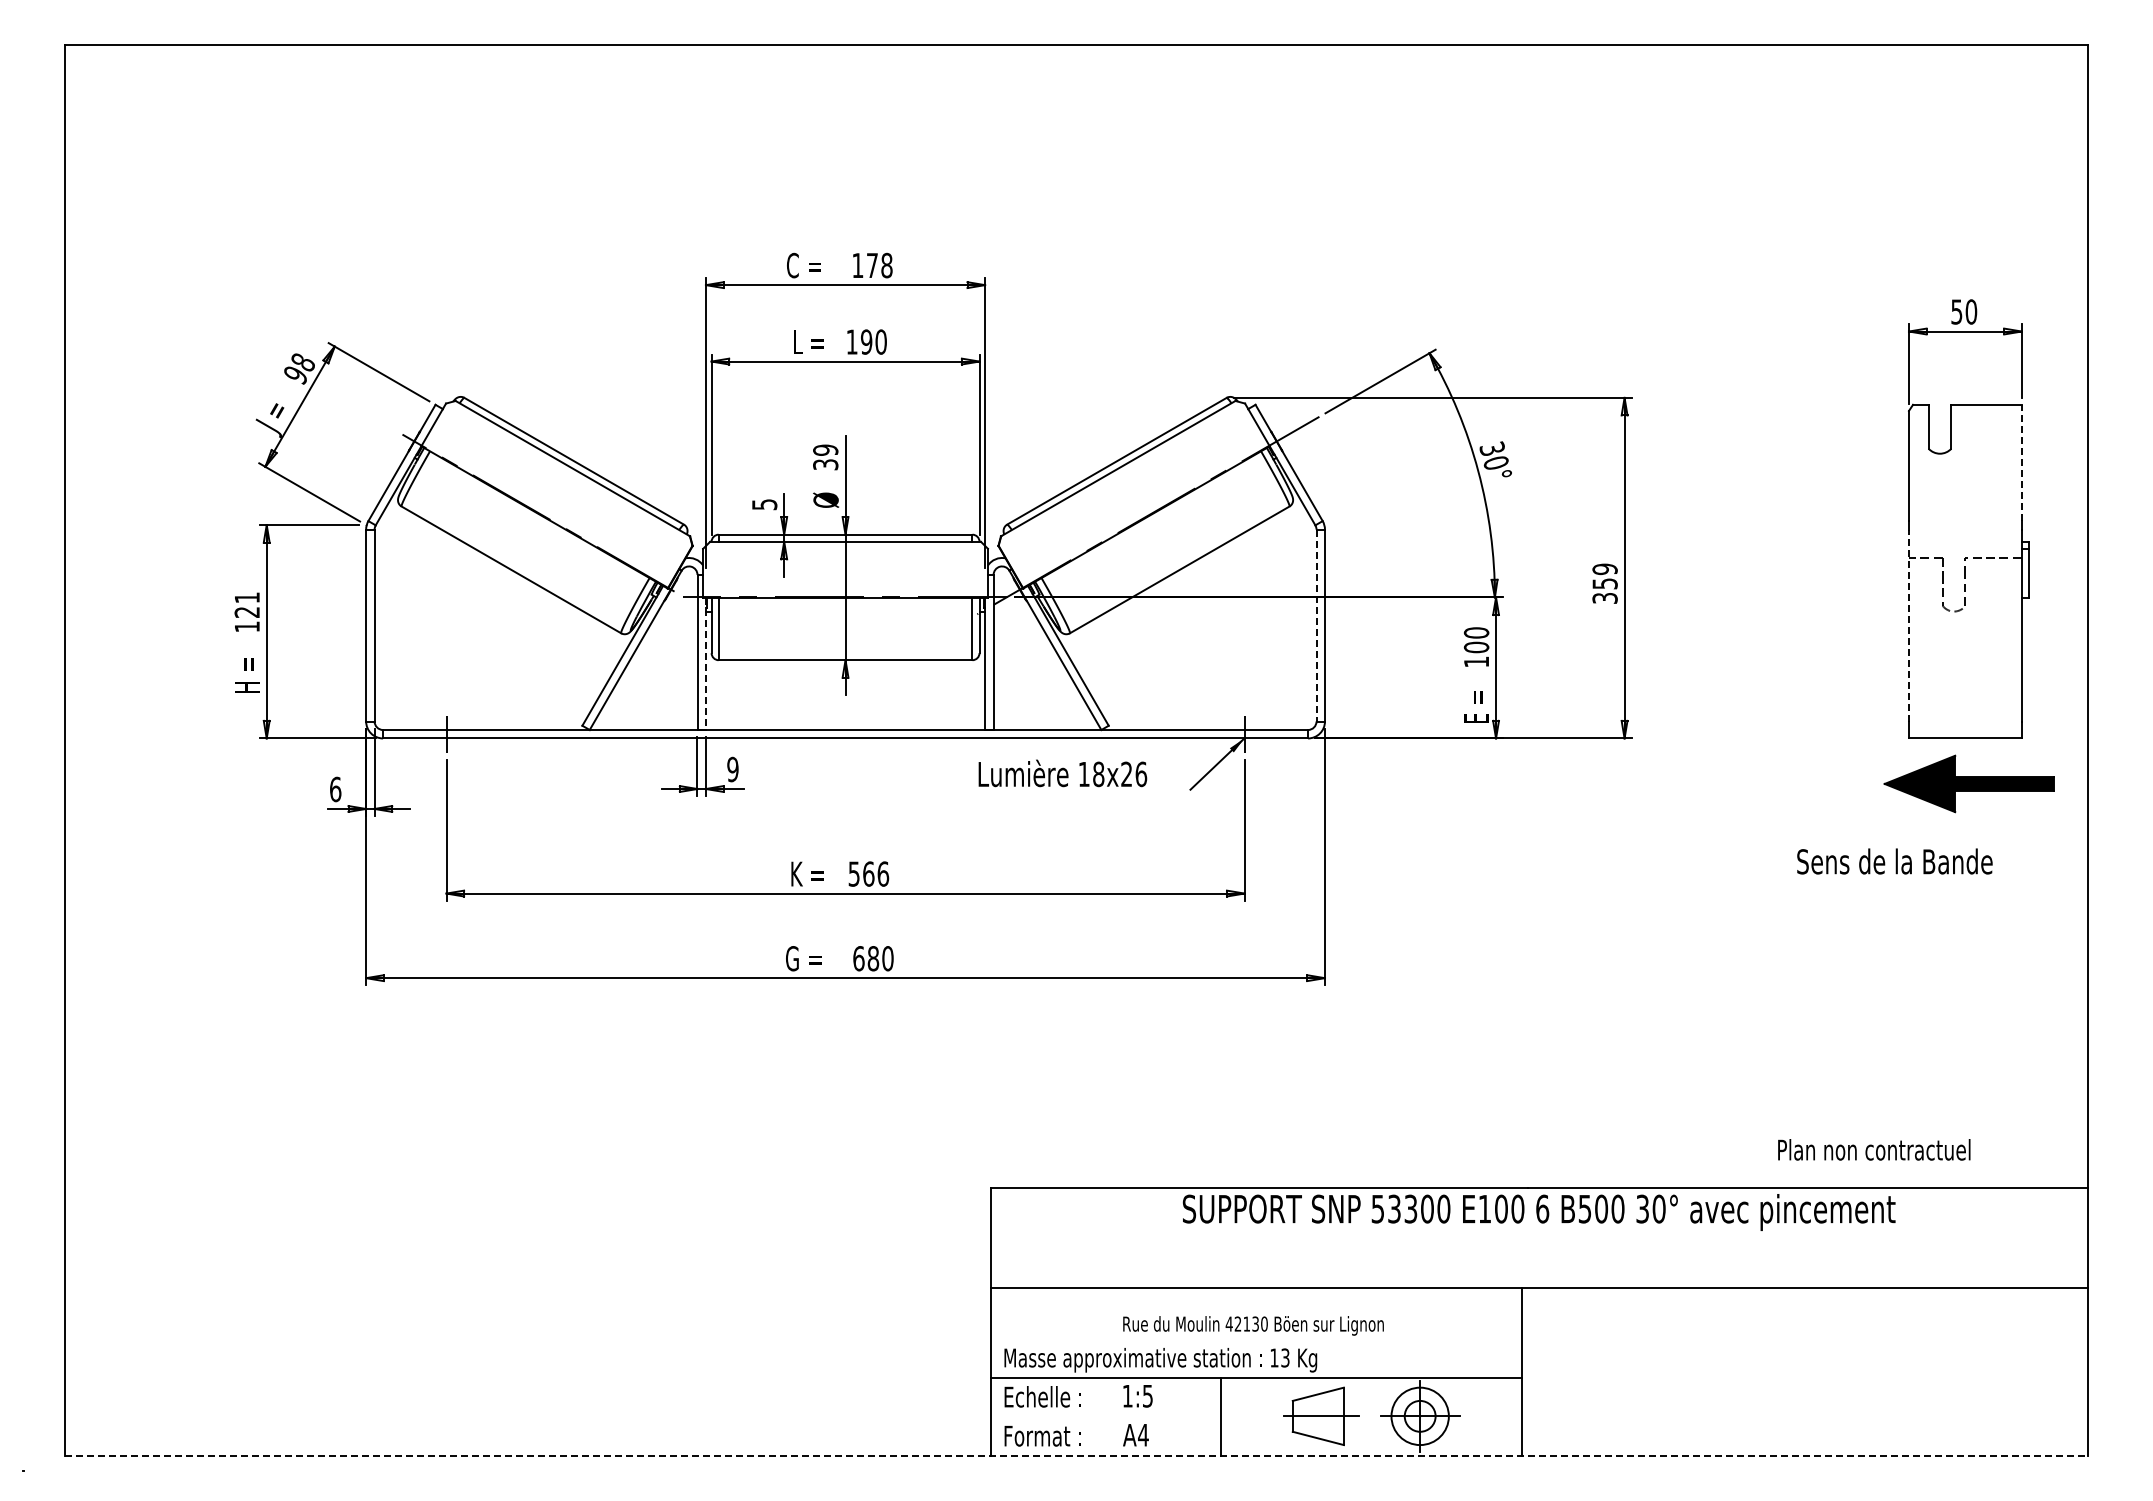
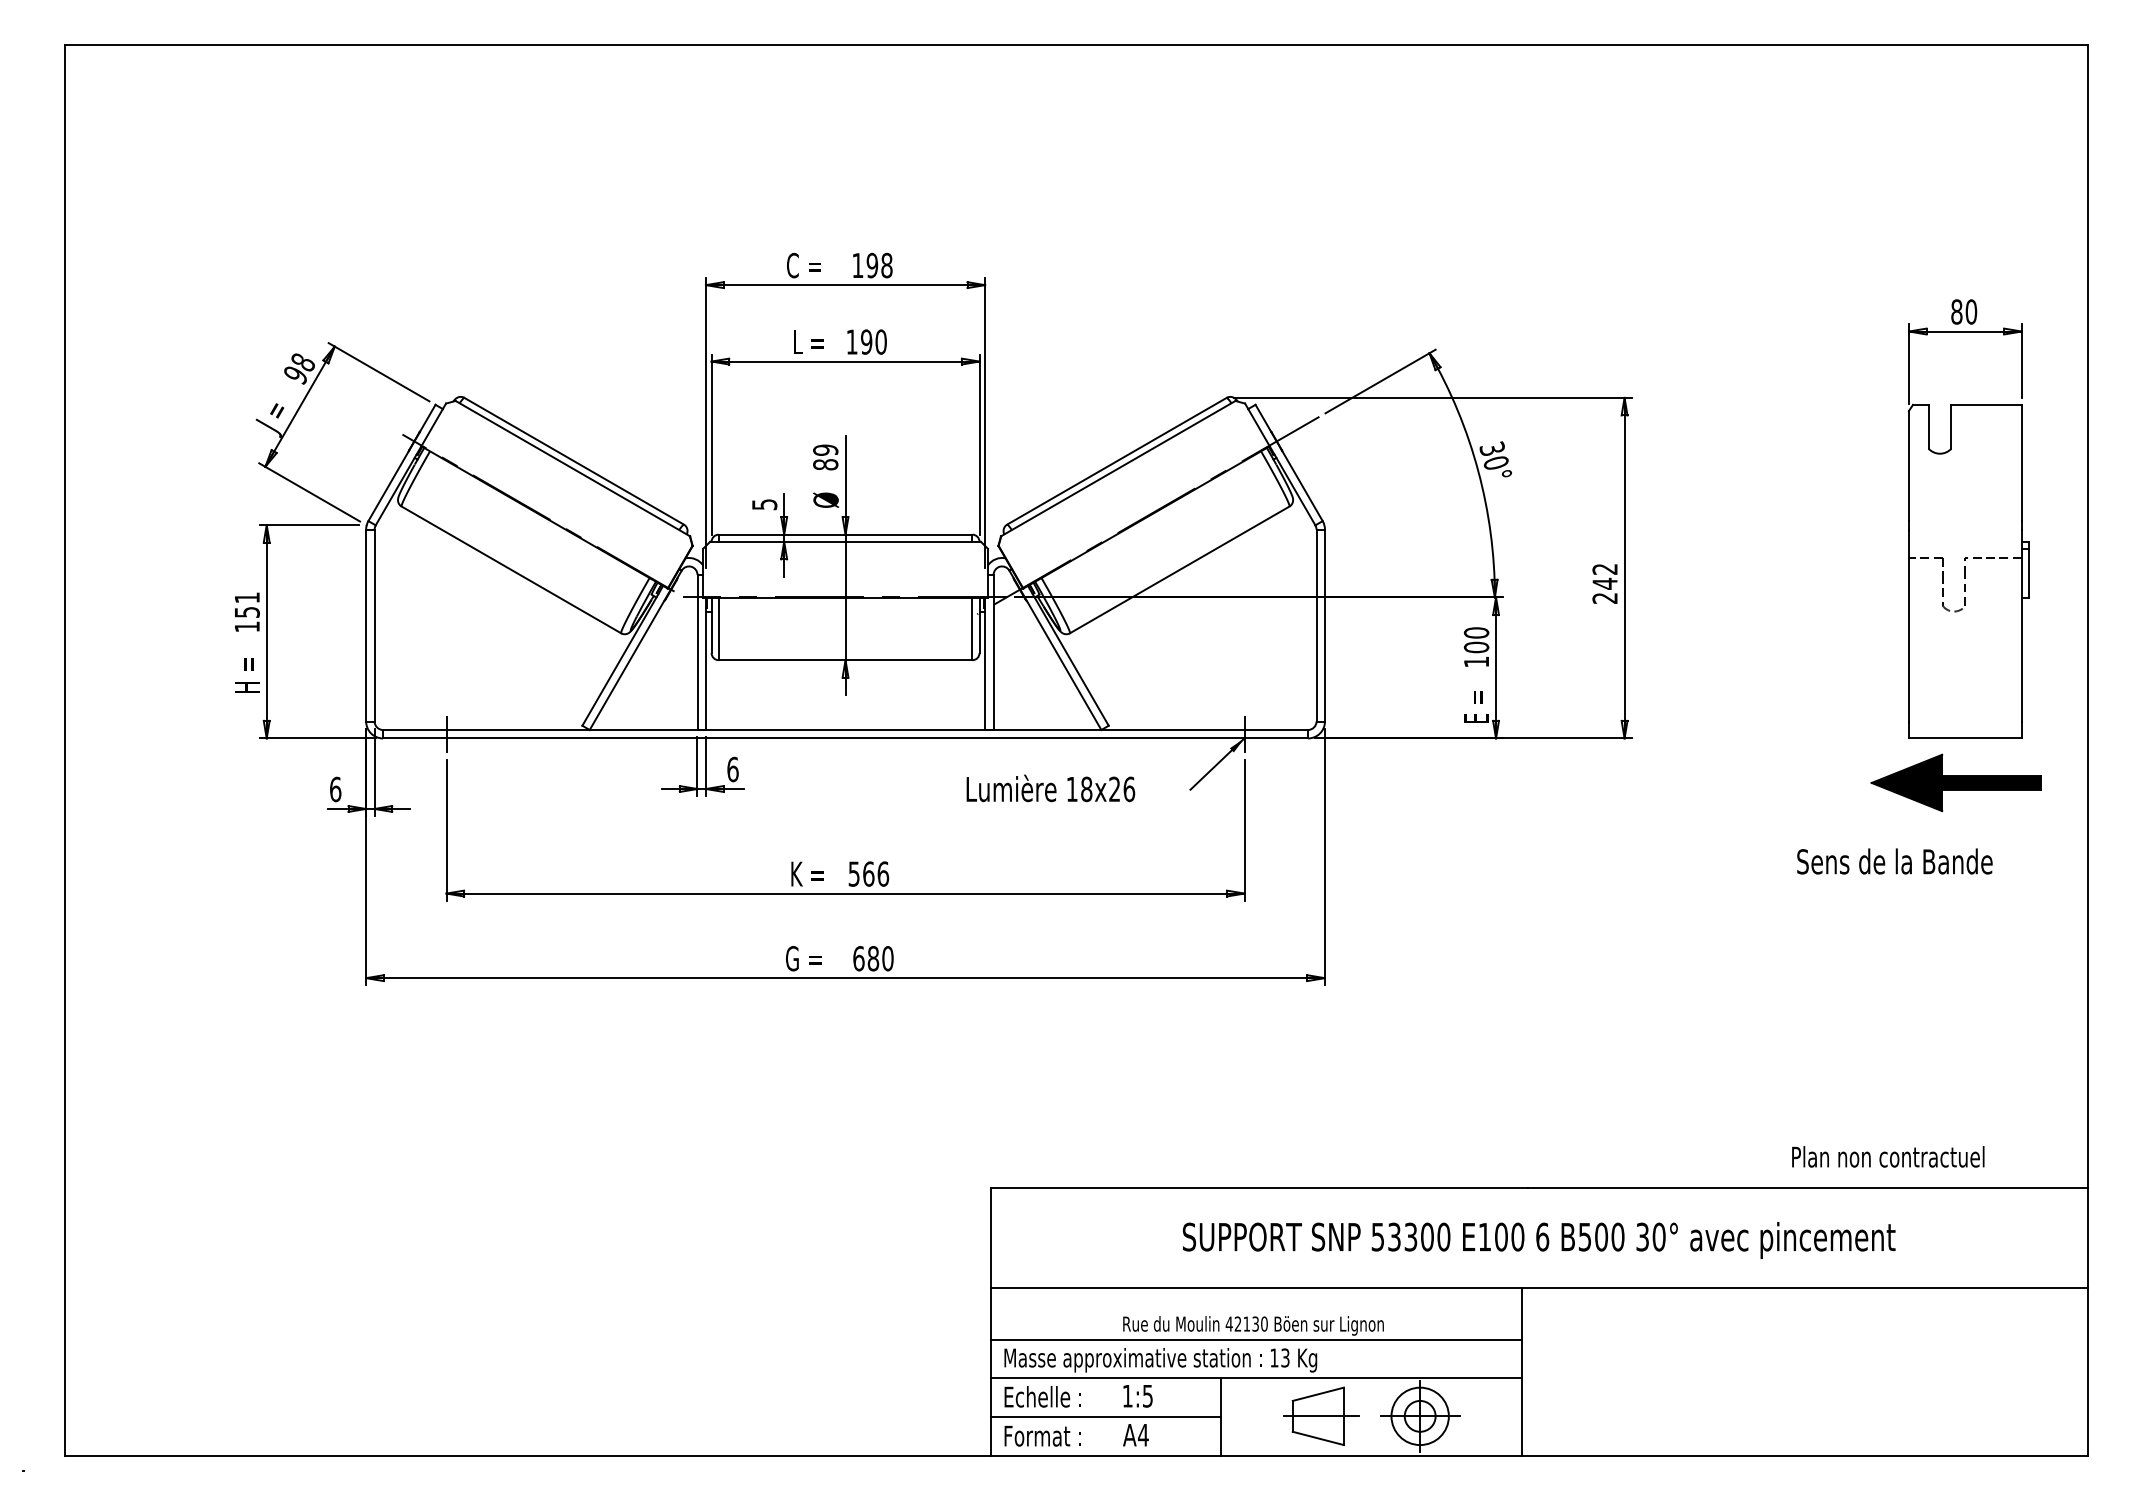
text at (872, 265): 178 -> 198
text at (1956, 311): 50 -> 80
line at (2021, 462): dashed -> solid
text at (825, 464): 39 -> 89
text at (1604, 583): 359 -> 242
text at (246, 612): 121 -> 151
line at (1316, 625): dashed -> solid
line at (1908, 625): dashed -> solid
line at (705, 664): dashed -> solid
text at (732, 769): 9 -> 6
text at (1062, 773) position: (1062, 773) -> (1050, 788)
part at (1968, 783) position: (1968, 783) -> (1955, 782)
text at (1874, 1149) position: (1874, 1149) -> (1888, 1156)
text at (1538, 1212) position: (1538, 1212) -> (1538, 1240)
line at (1256, 1339): none -> present
line at (1106, 1417): none -> present
line at (1076, 1455): dashed -> solid
